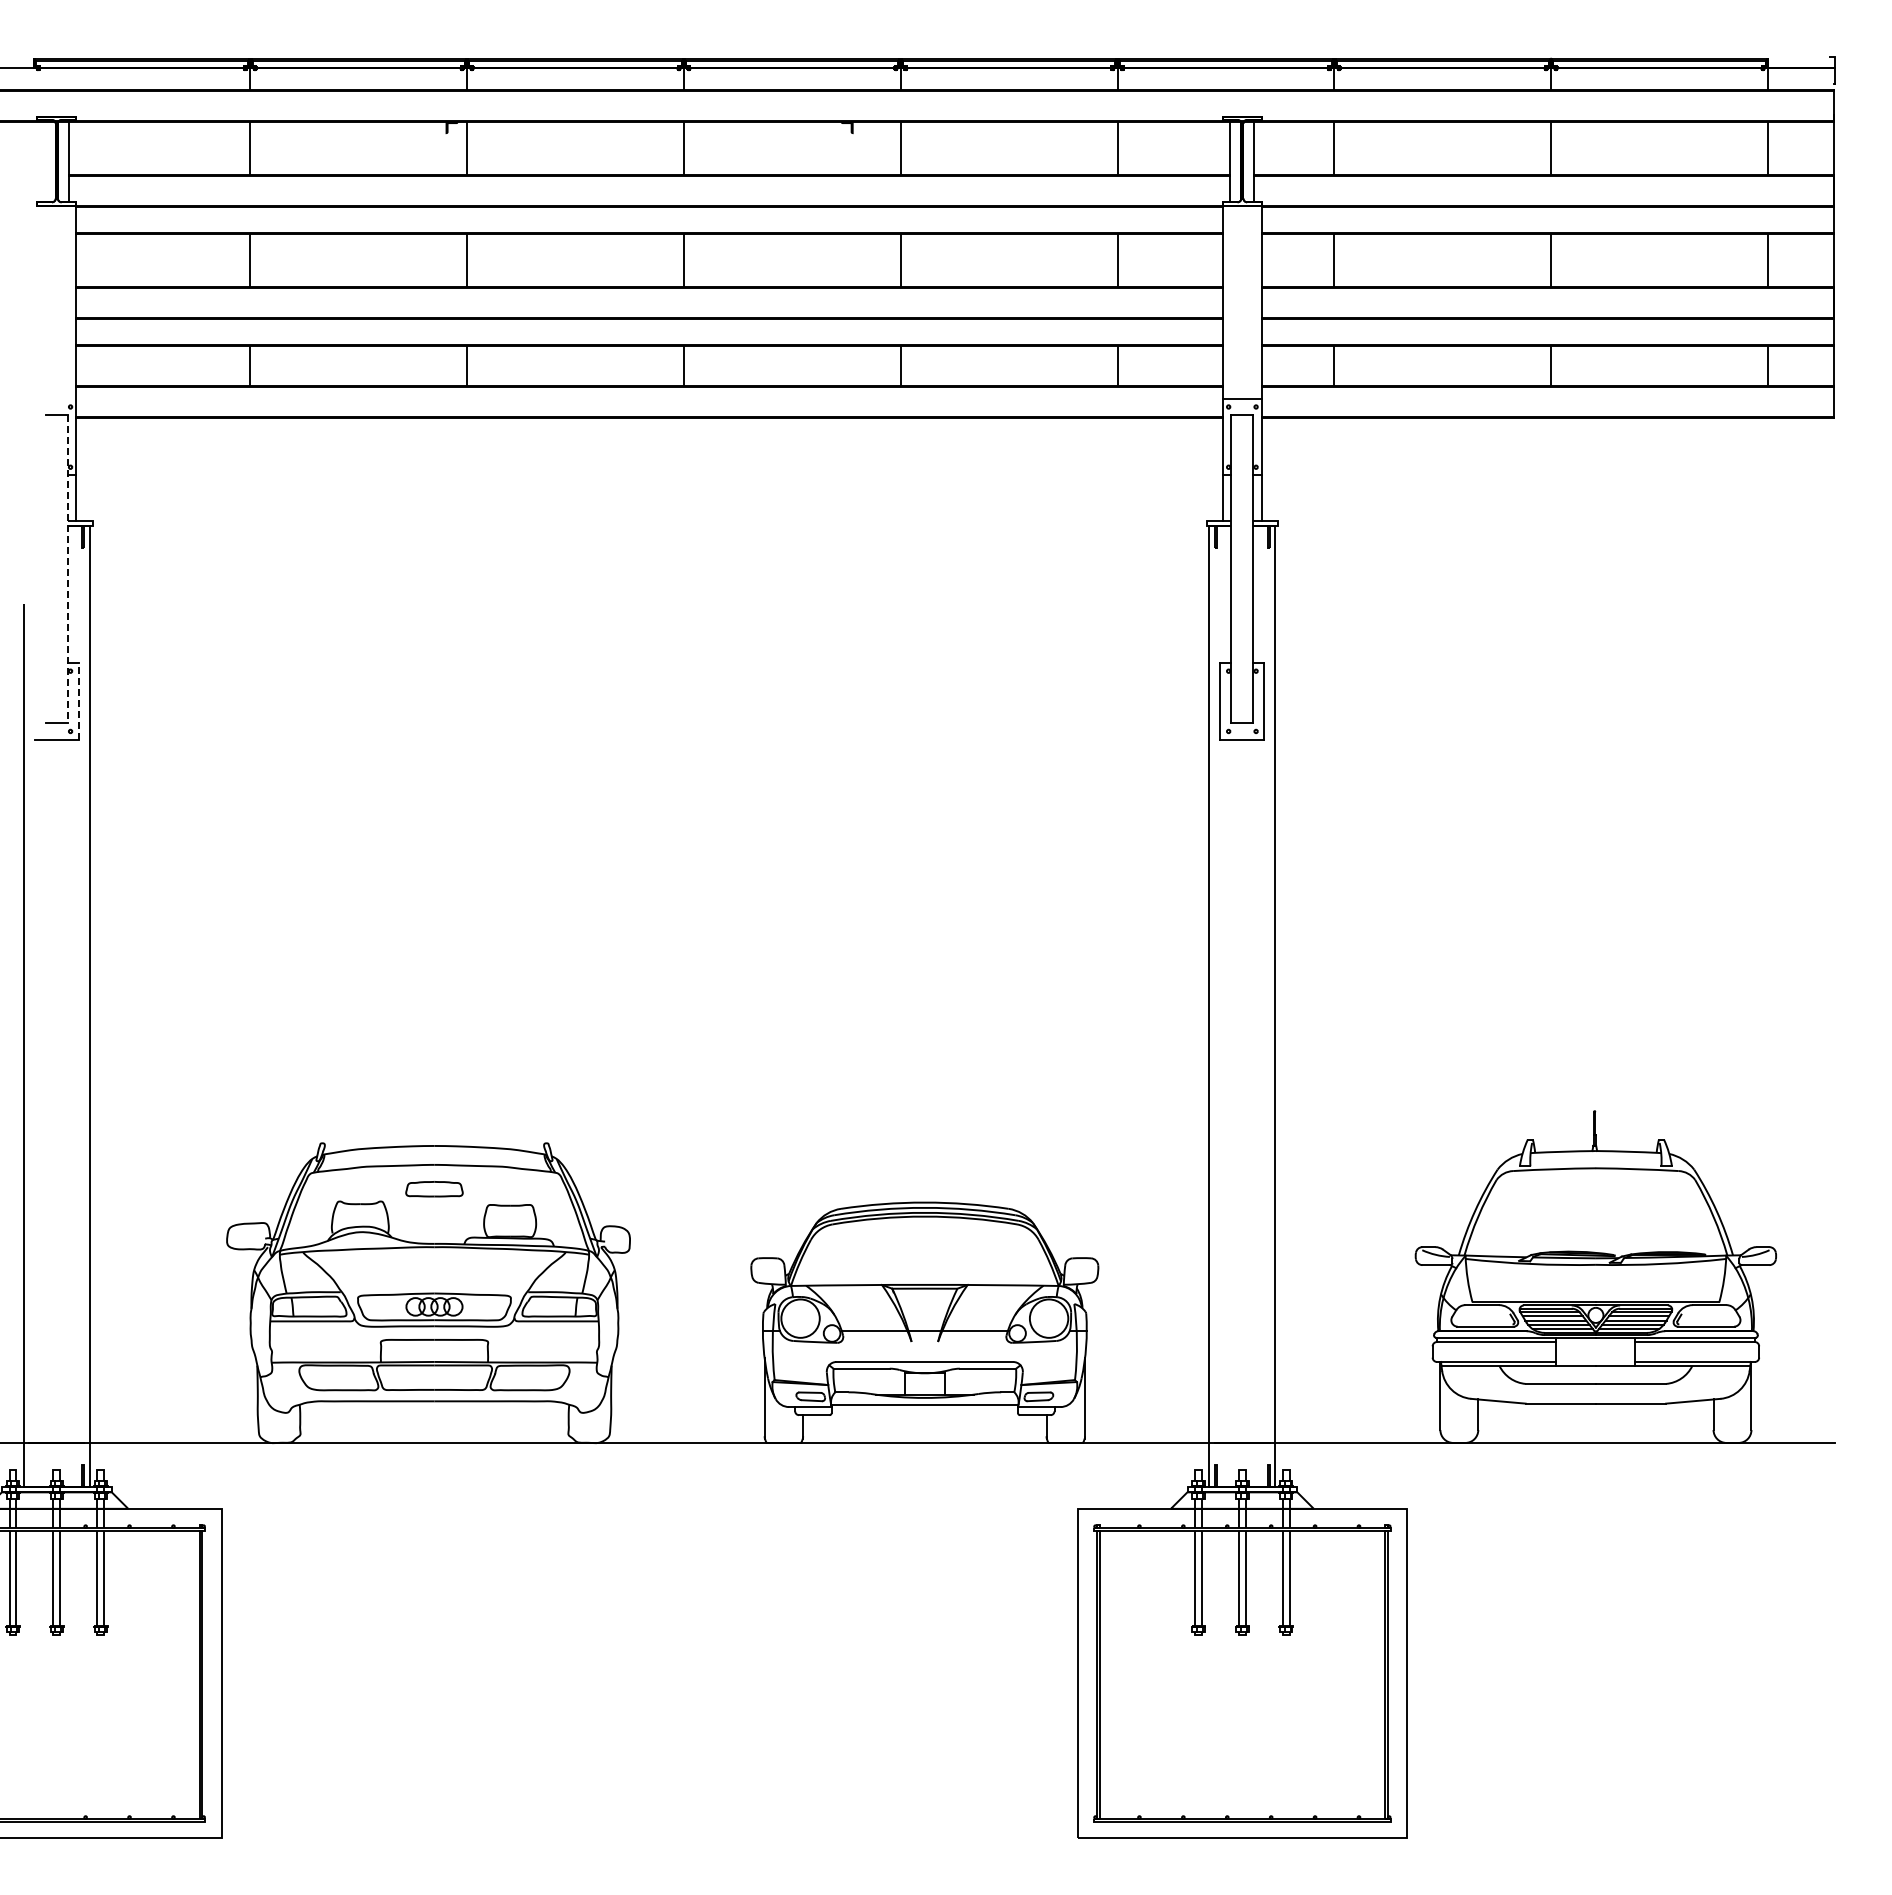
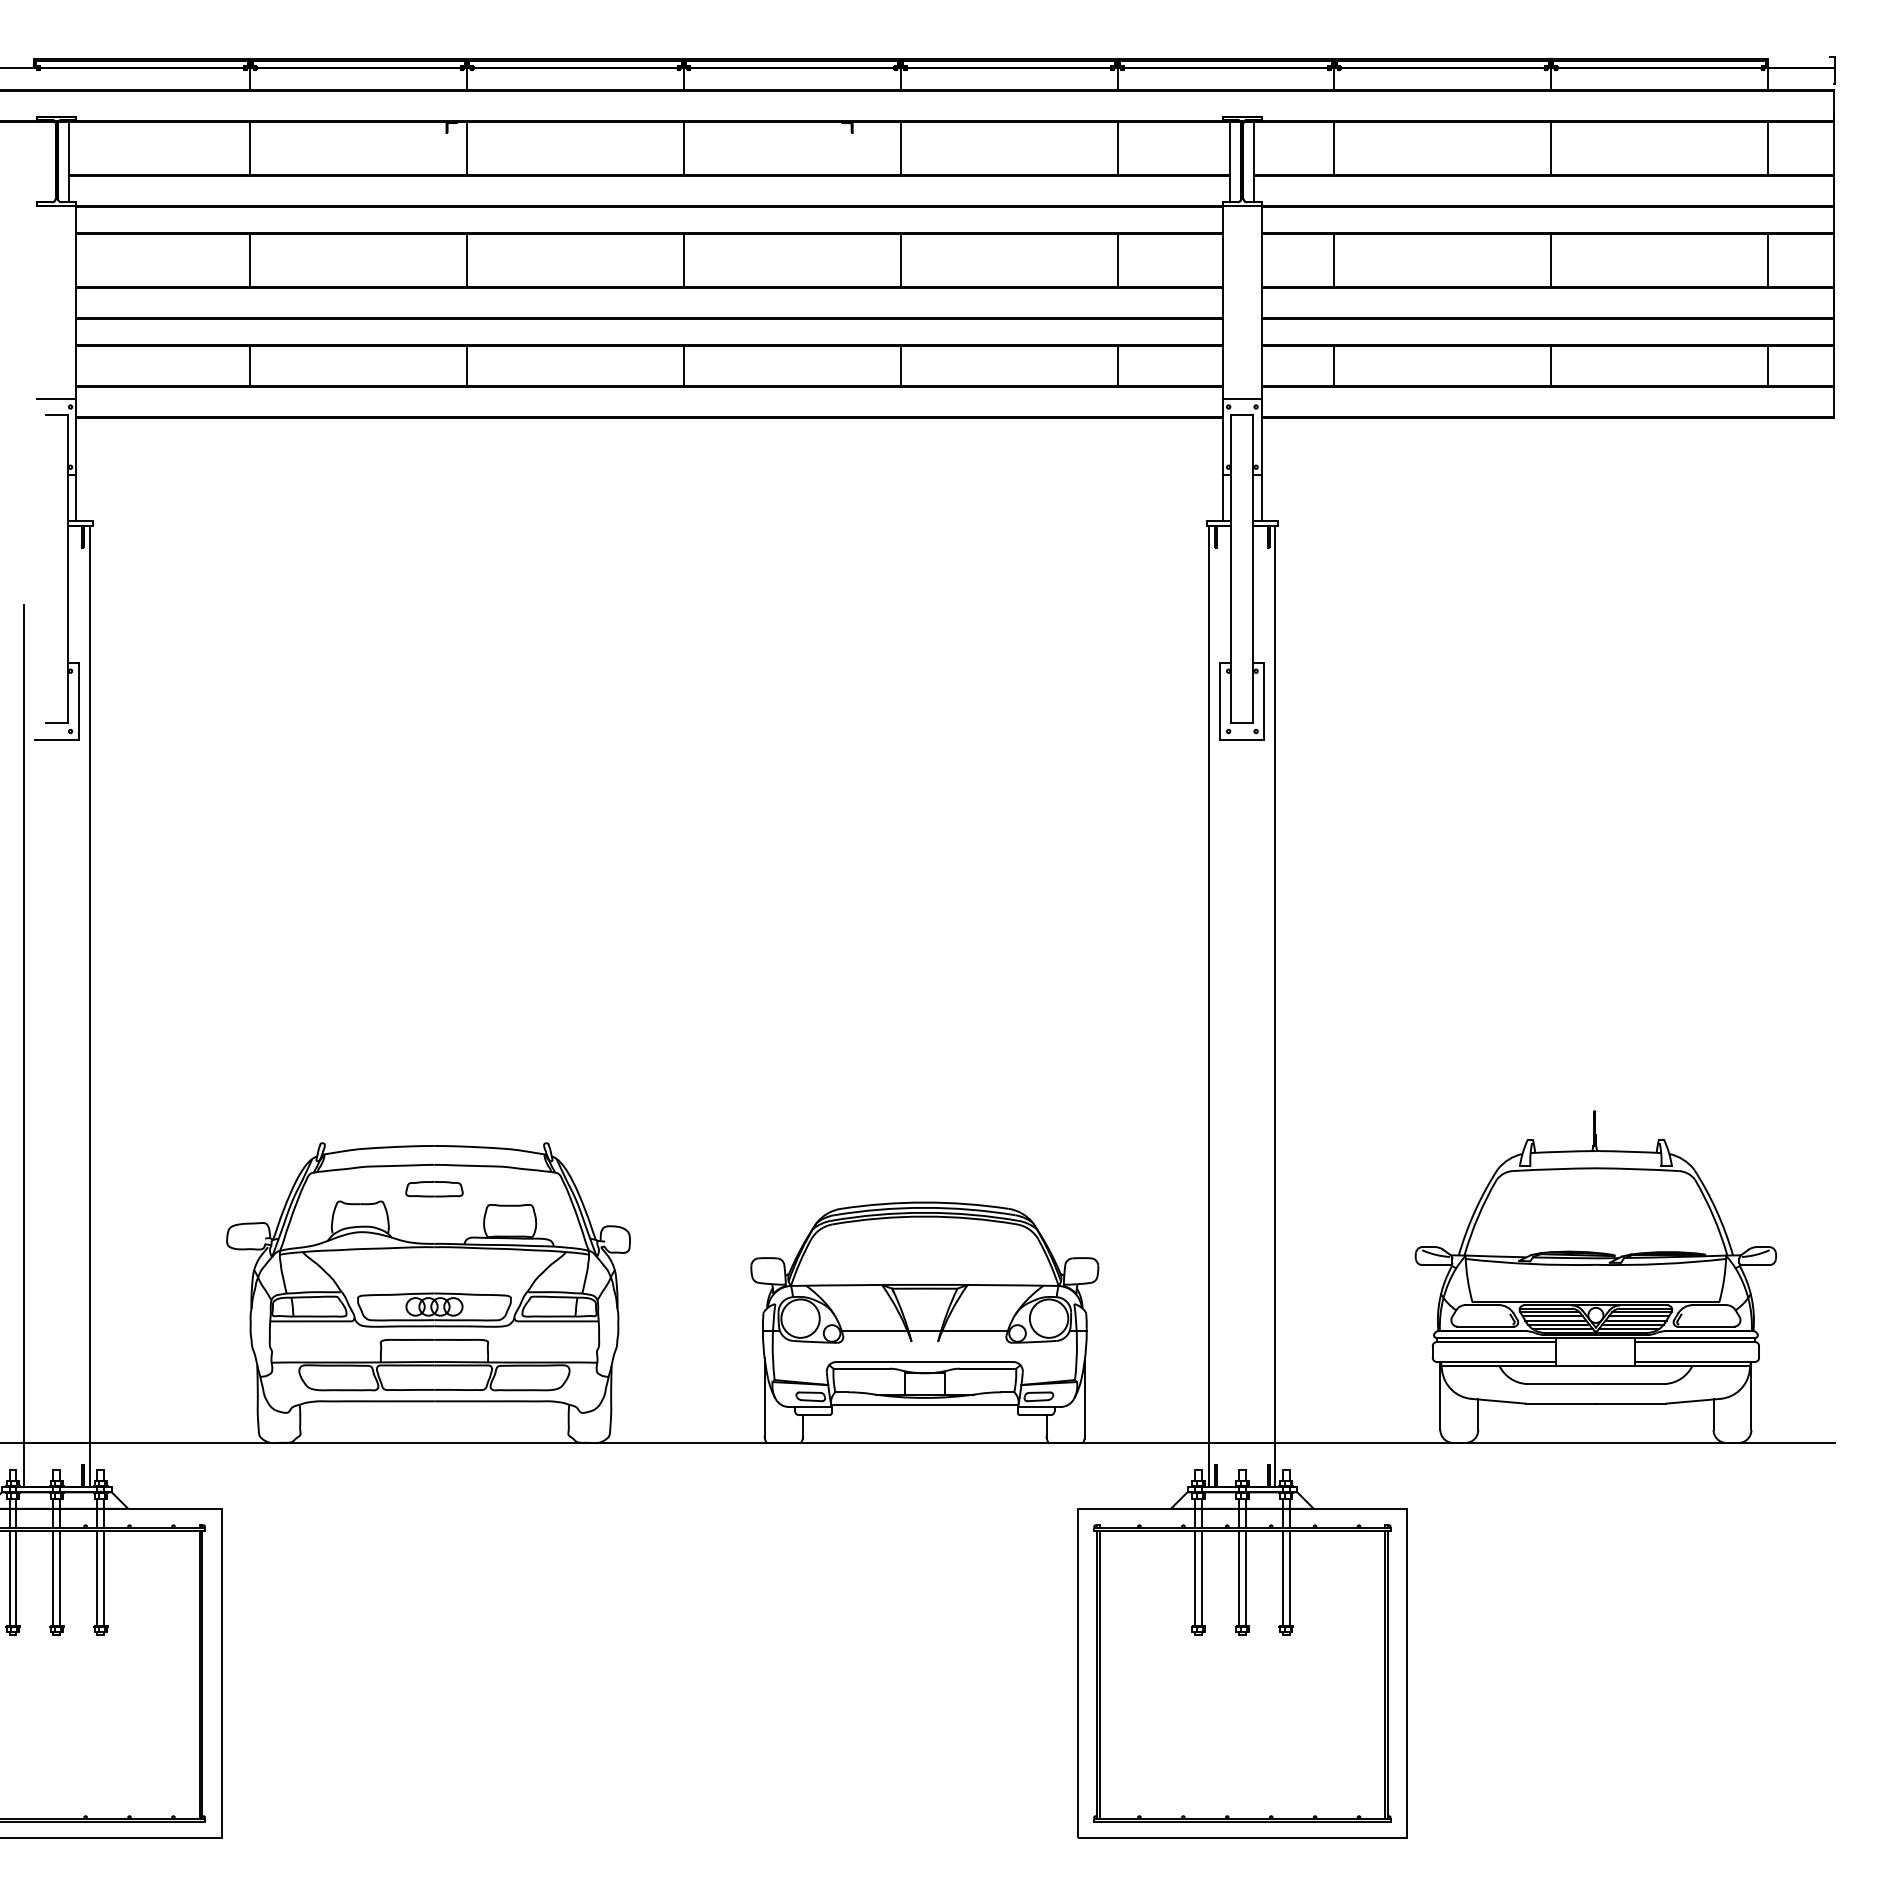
line at (56, 398): none -> present
line at (67, 569): dashed -> solid
line at (78, 700): dashed -> solid
